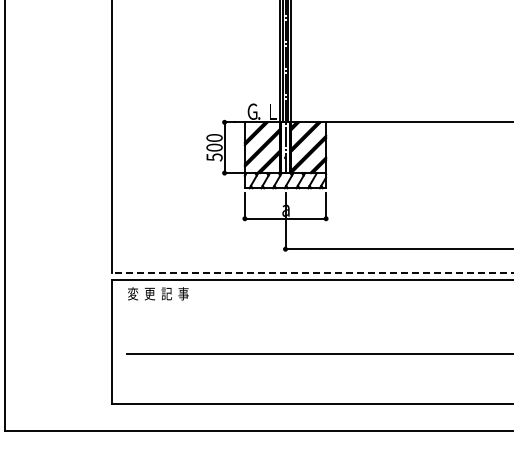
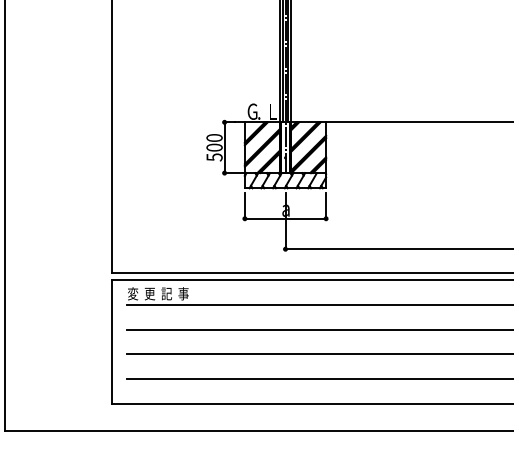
line at (312, 272): dashed -> solid
line at (318, 304): none -> present
line at (318, 329): none -> present
line at (318, 379): none -> present
